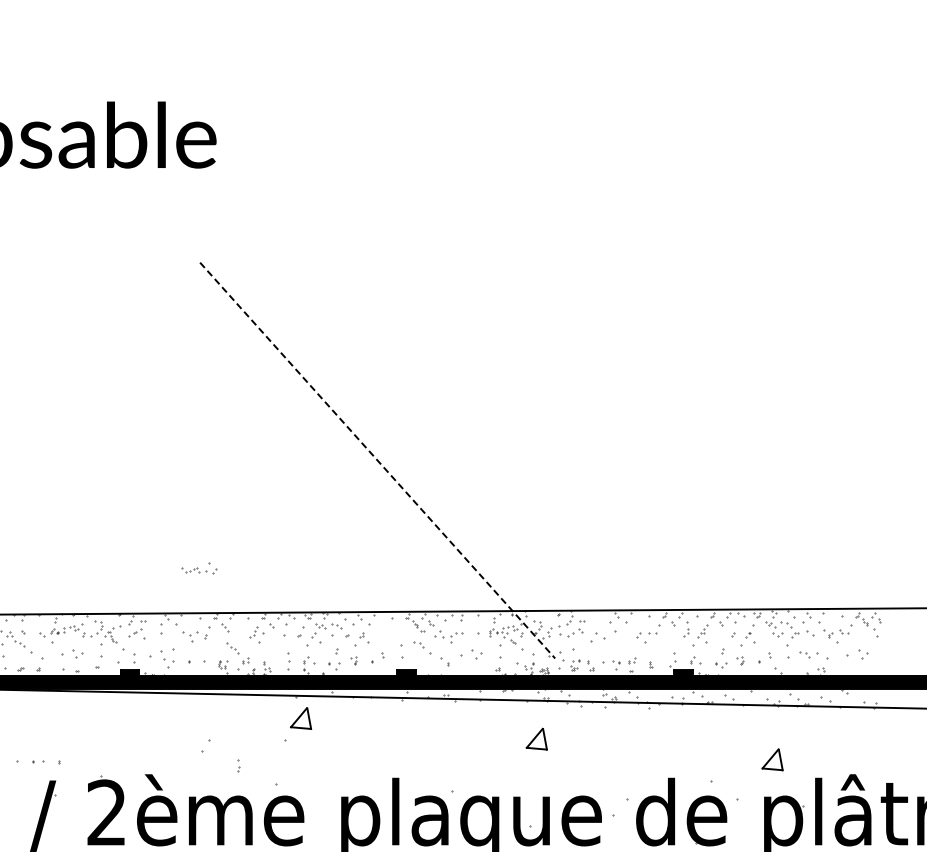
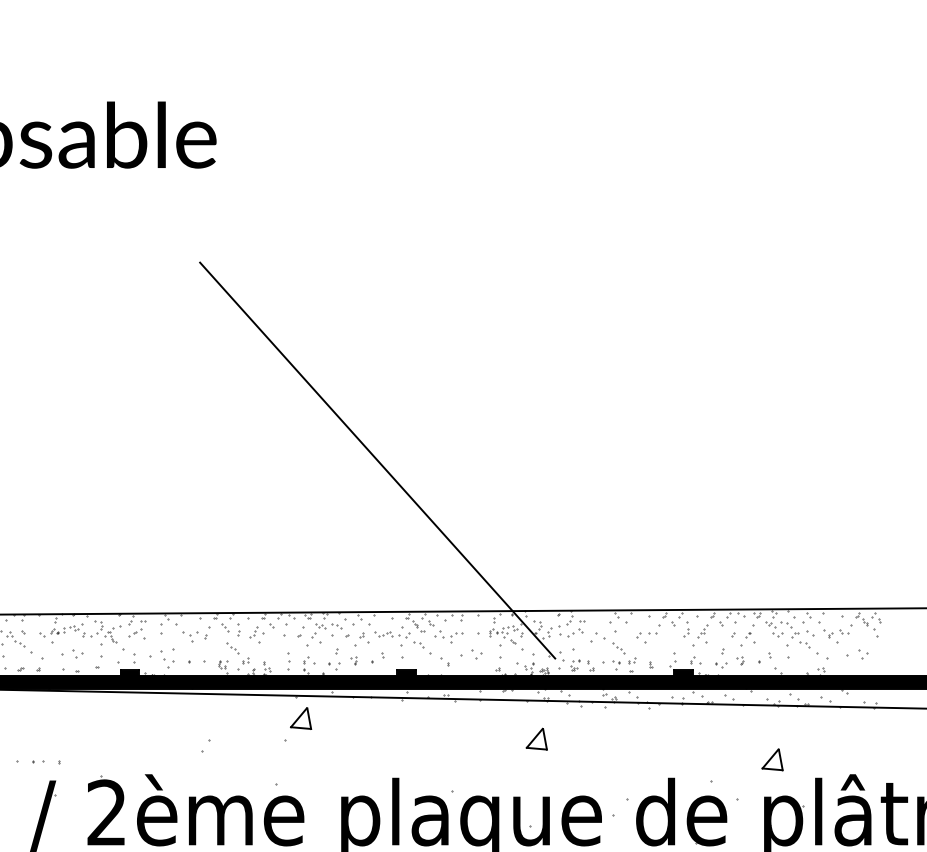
line at (377, 460): dashed -> solid
part at (199, 568) position: (199, 568) -> (392, 632)
part at (618, 648): none -> present
part at (804, 654) position: (804, 654) -> (804, 644)
part at (238, 765) position: (238, 765) -> (238, 629)
